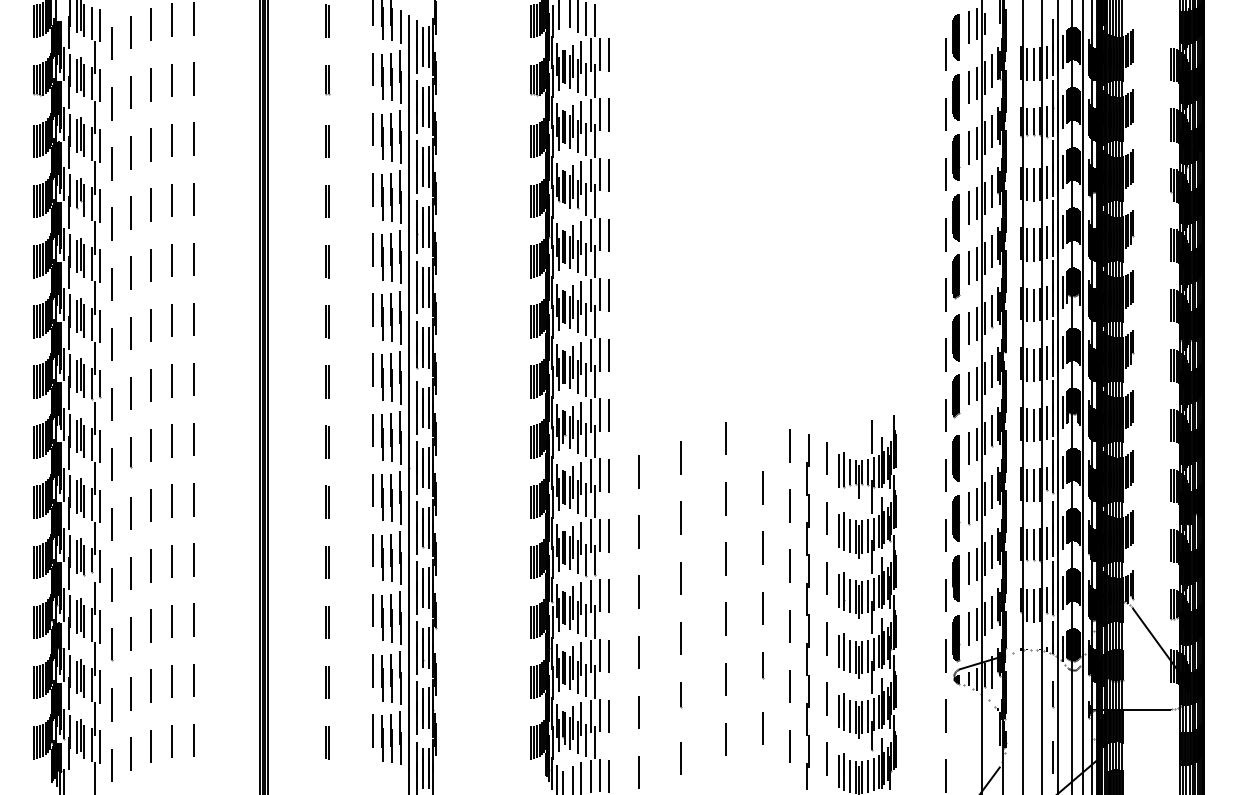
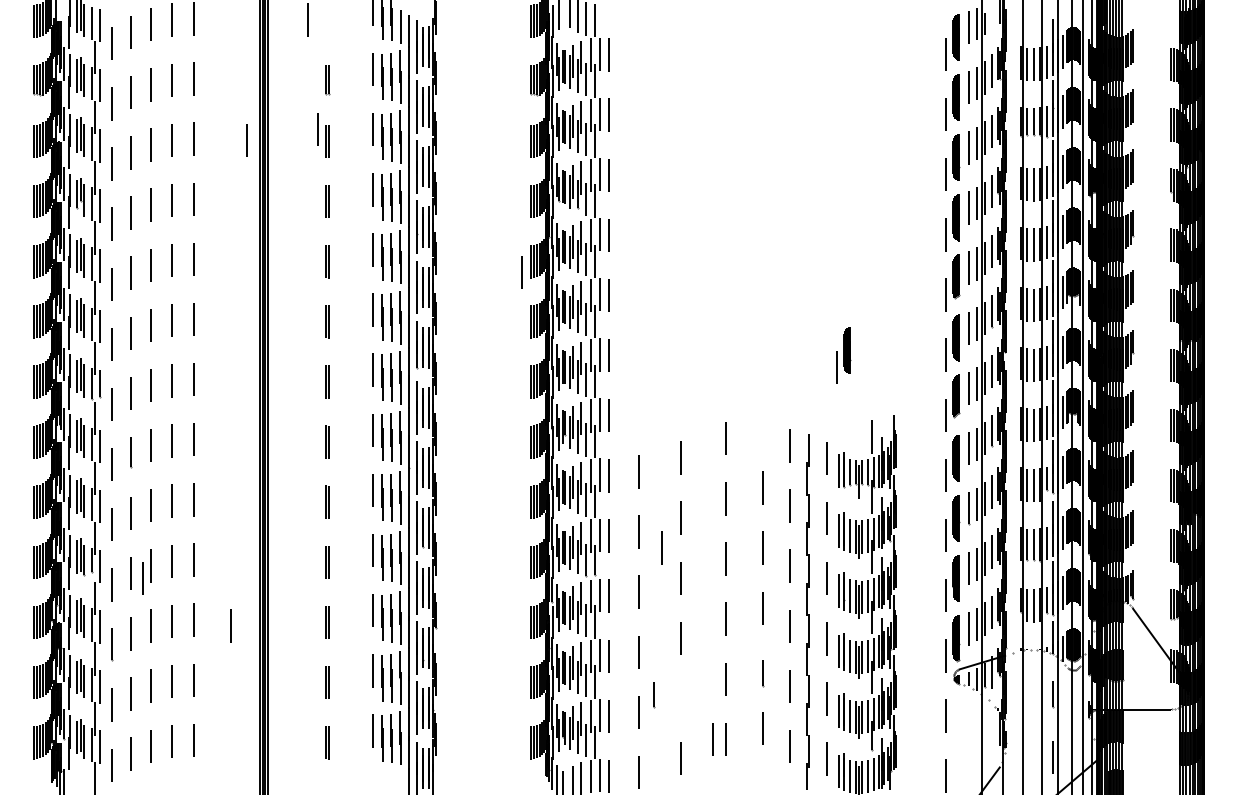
line at (307, 19): none -> present
line at (326, 20): present -> none
line at (317, 129): none -> present
line at (246, 140): none -> present
line at (521, 272): none -> present
part at (843, 355): none -> present
line at (661, 547): none -> present
line at (142, 578): none -> present
line at (230, 625): none -> present
line at (763, 665) position: (763, 665) -> (763, 673)
line at (681, 695) position: (681, 695) -> (654, 695)
line at (712, 739): none -> present
